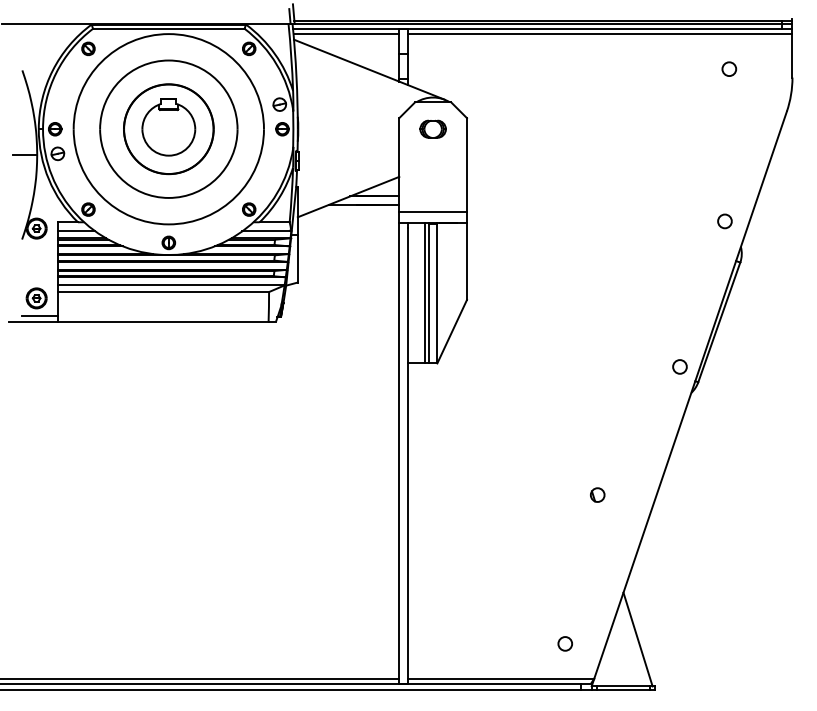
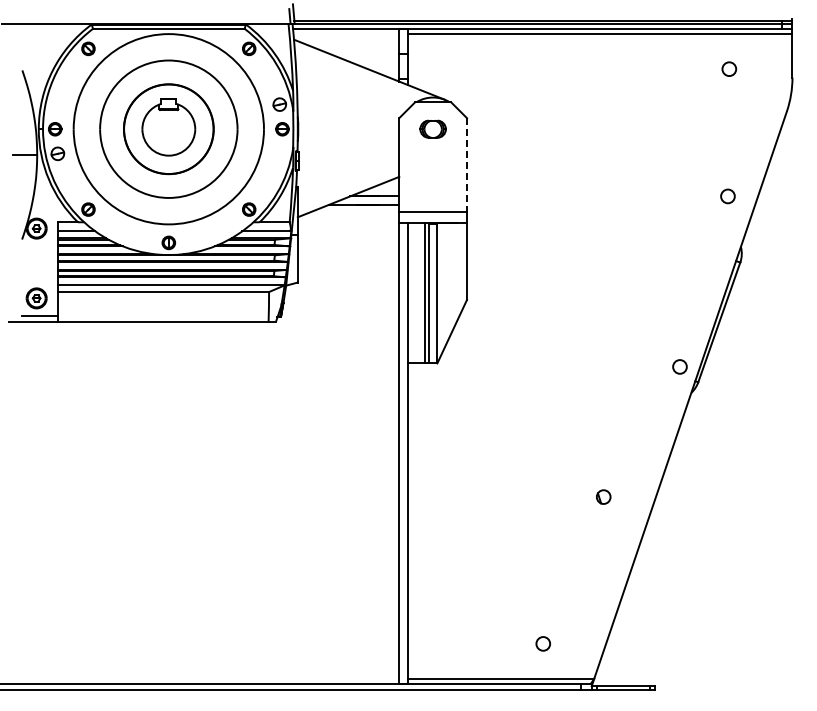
line at (346, 34): present -> none
line at (466, 164): solid -> dashed
circle at (724, 221) position: (724, 221) -> (727, 196)
part at (597, 494) position: (597, 494) -> (603, 496)
line at (637, 639): present -> none
circle at (564, 643) position: (564, 643) -> (542, 643)
line at (200, 679): present -> none
